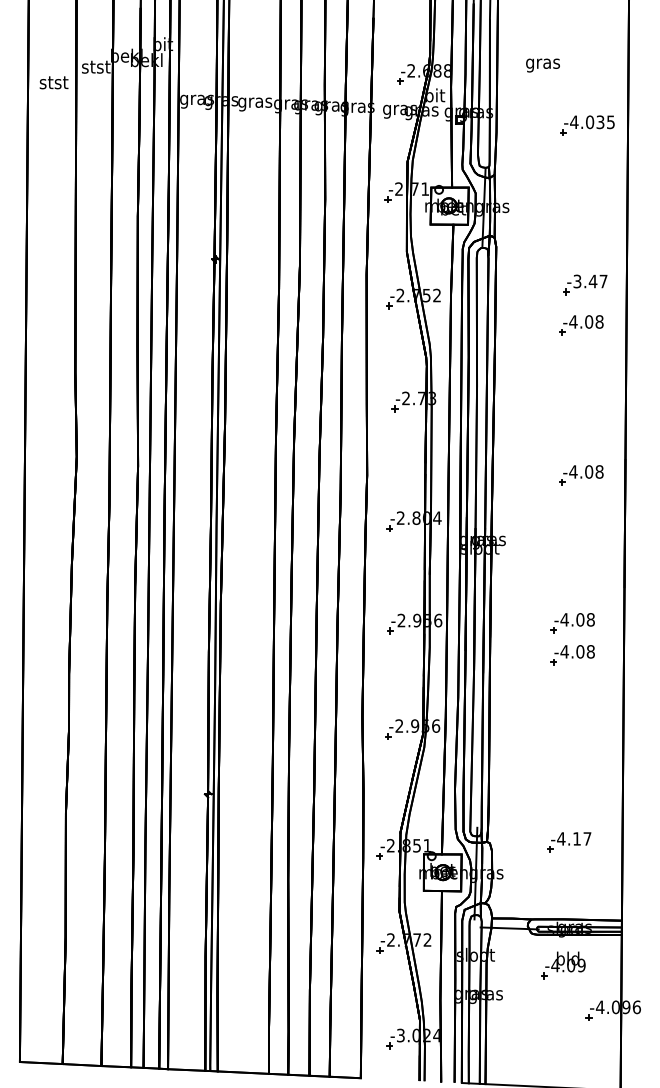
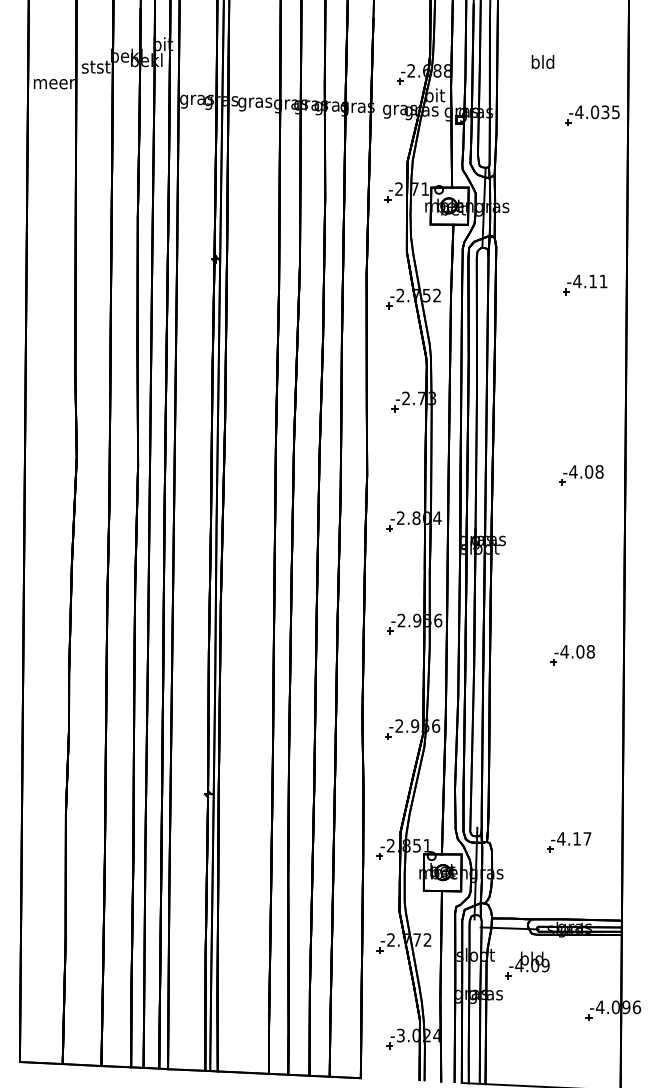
text at (542, 63): gras -> bld
text at (53, 82): stst -> meer
part at (587, 125) position: (587, 125) -> (592, 115)
text at (590, 281): -3.47 -> -4.11
part at (581, 325): present -> none
part at (572, 623): present -> none
part at (563, 965) position: (563, 965) -> (527, 965)
